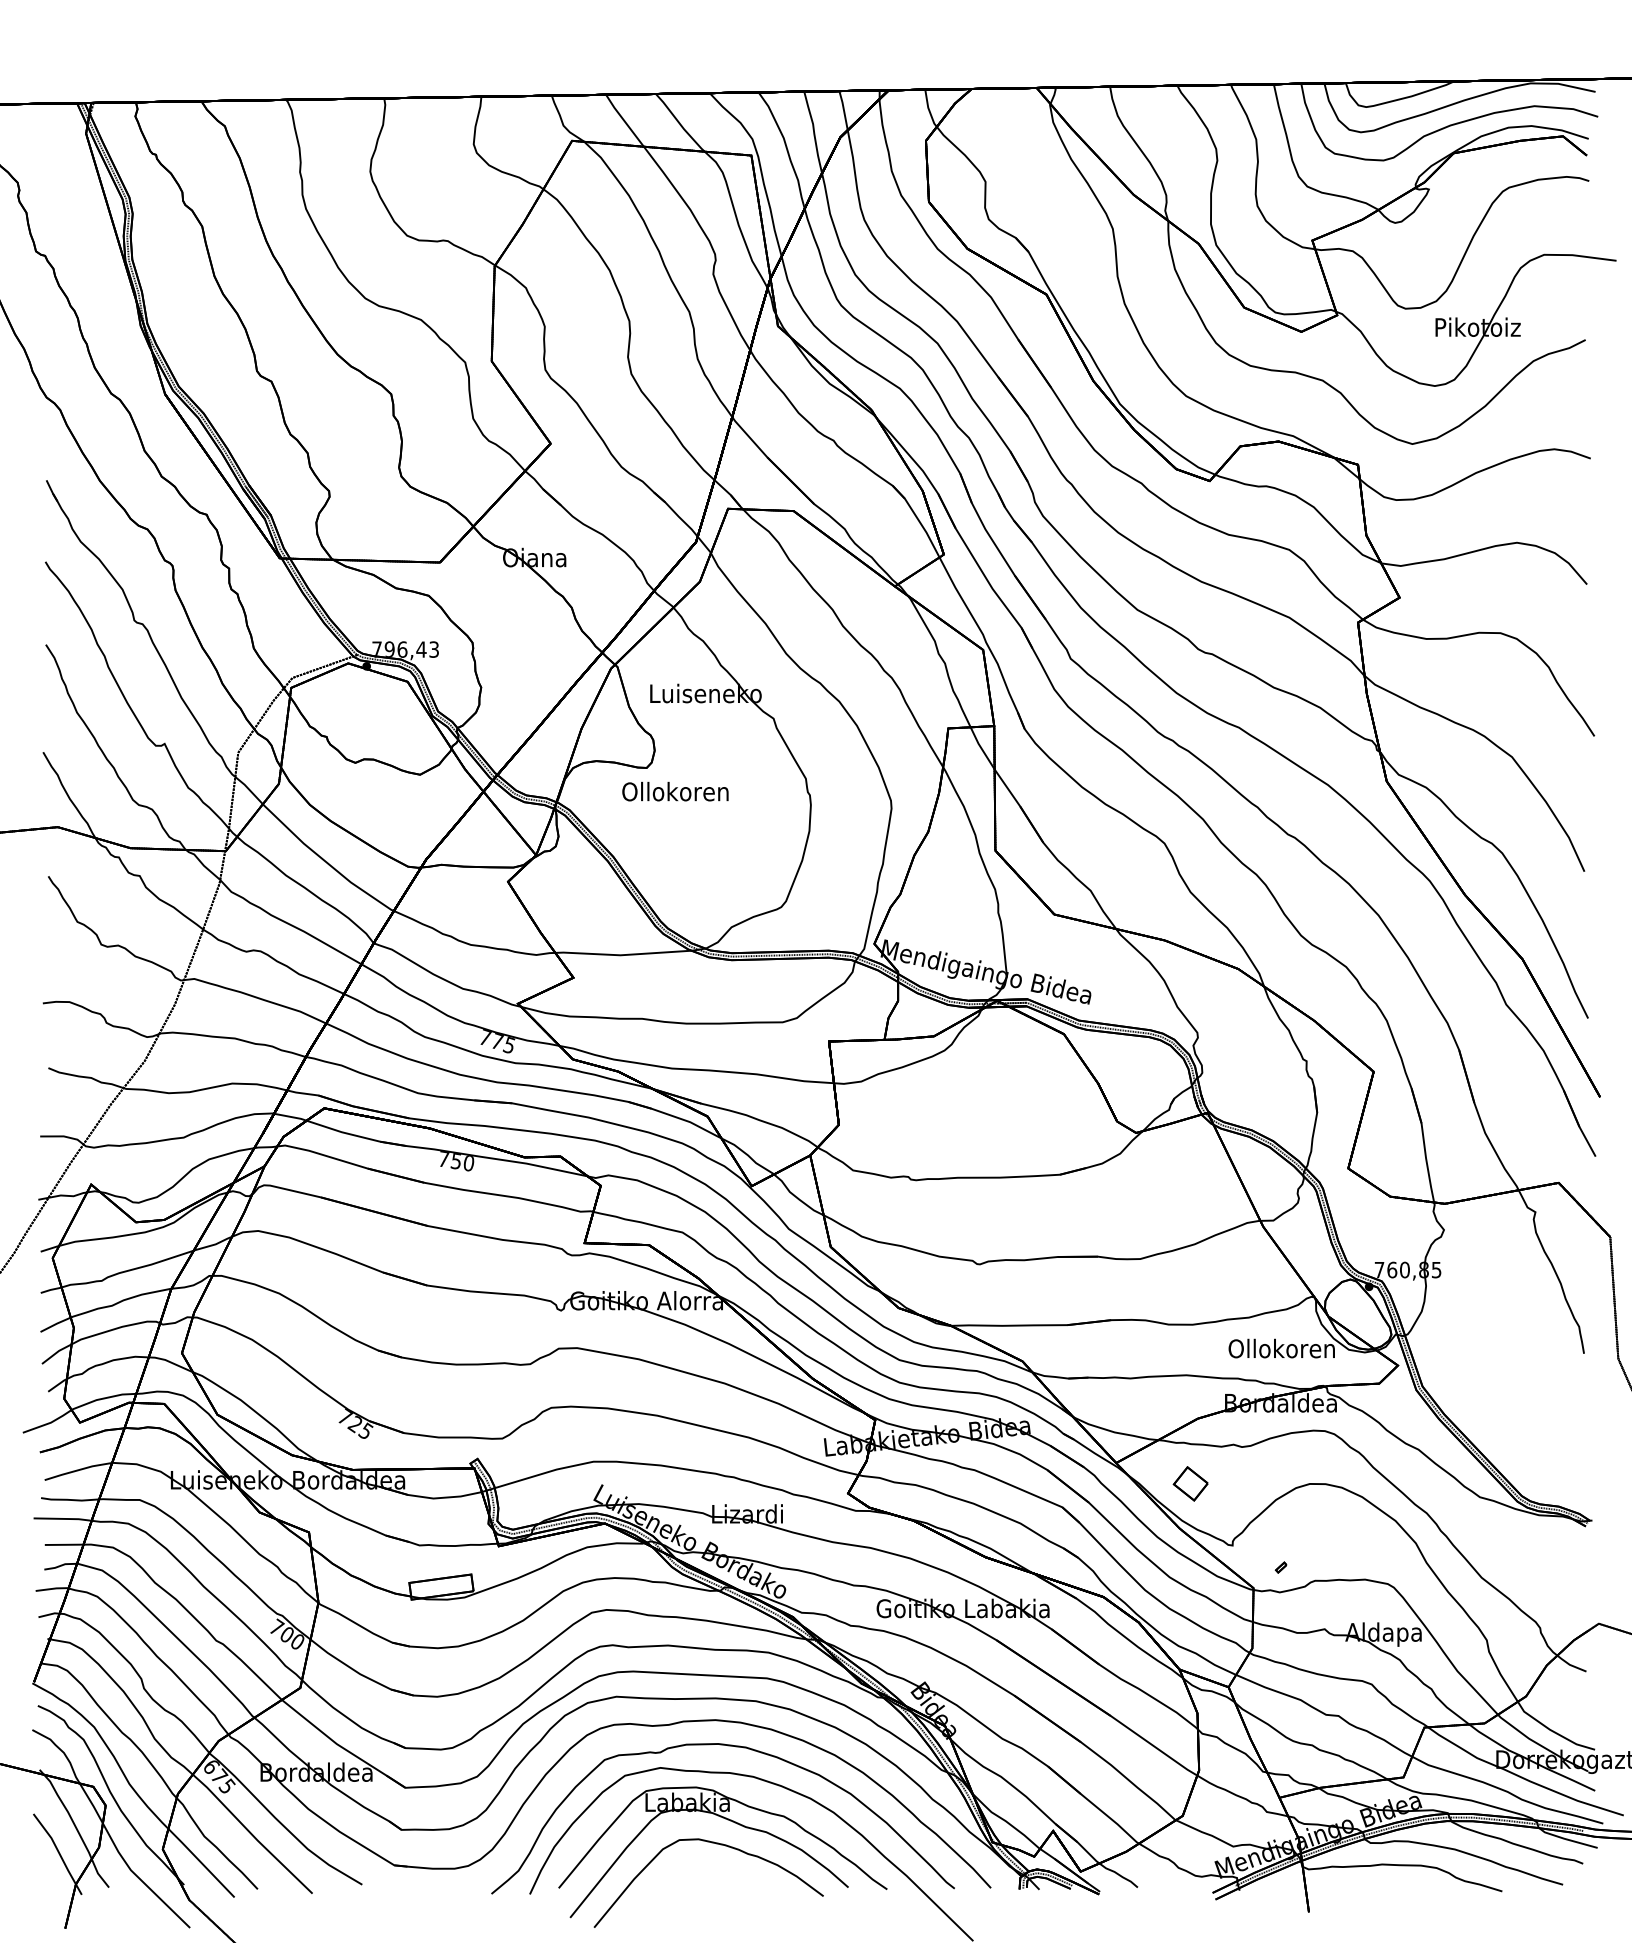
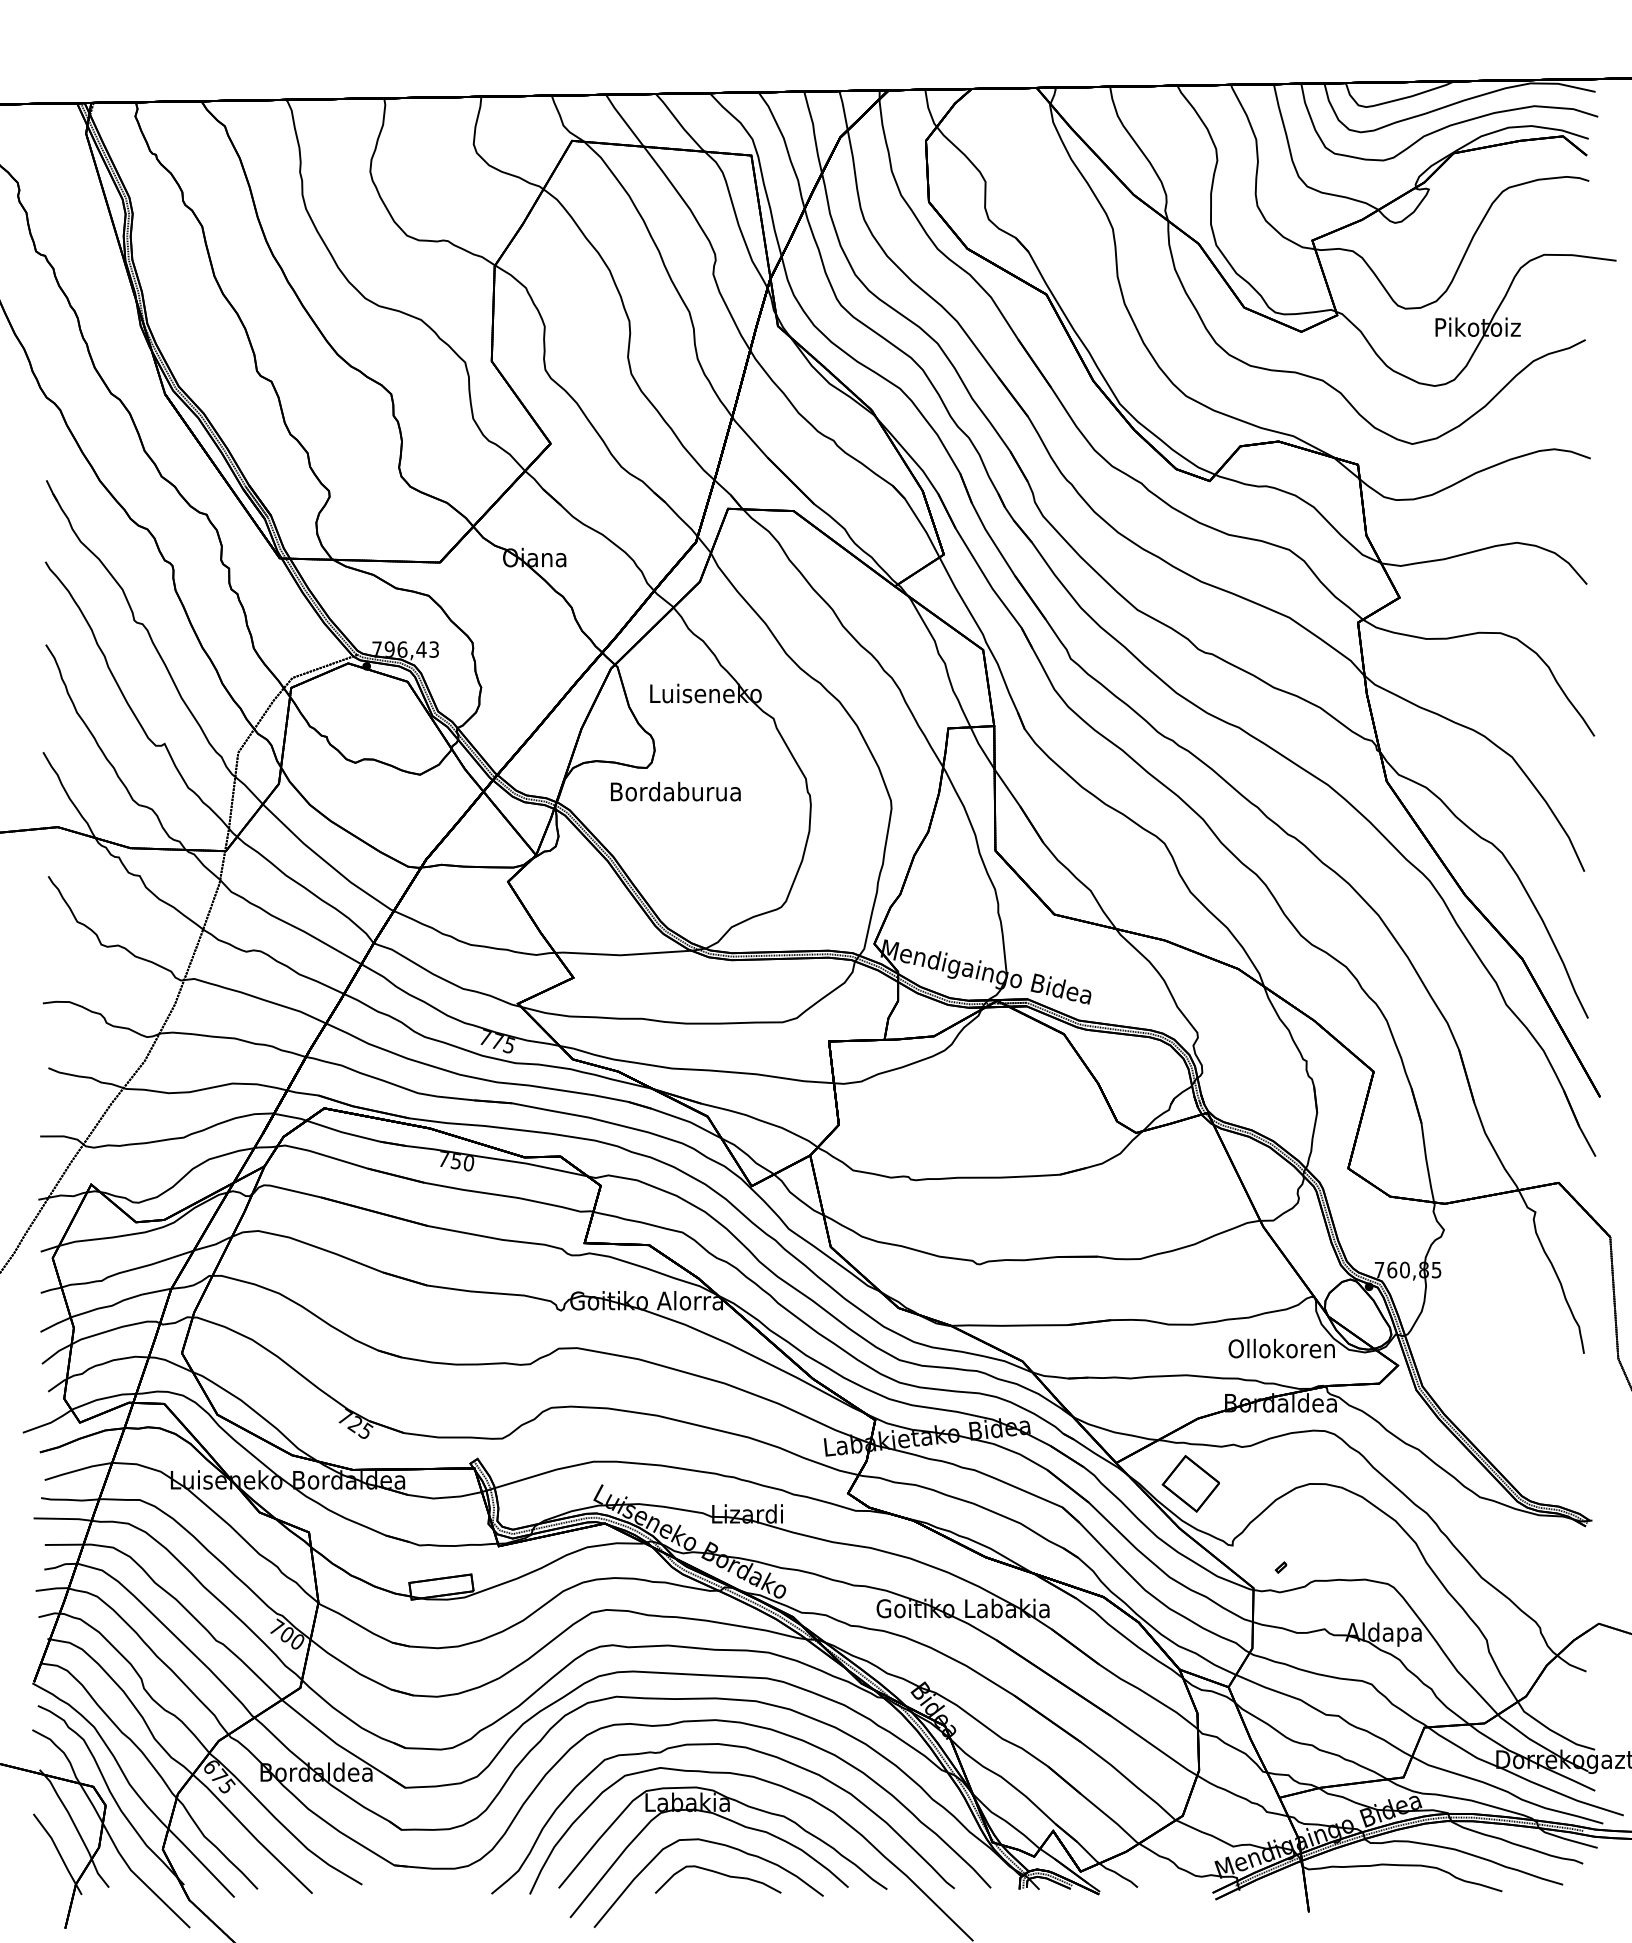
text at (675, 791): Ollokoren -> Bordaburua
part at (1190, 1483) size: 37x36 px -> 59x58 px
part at (718, 1879): none -> present
